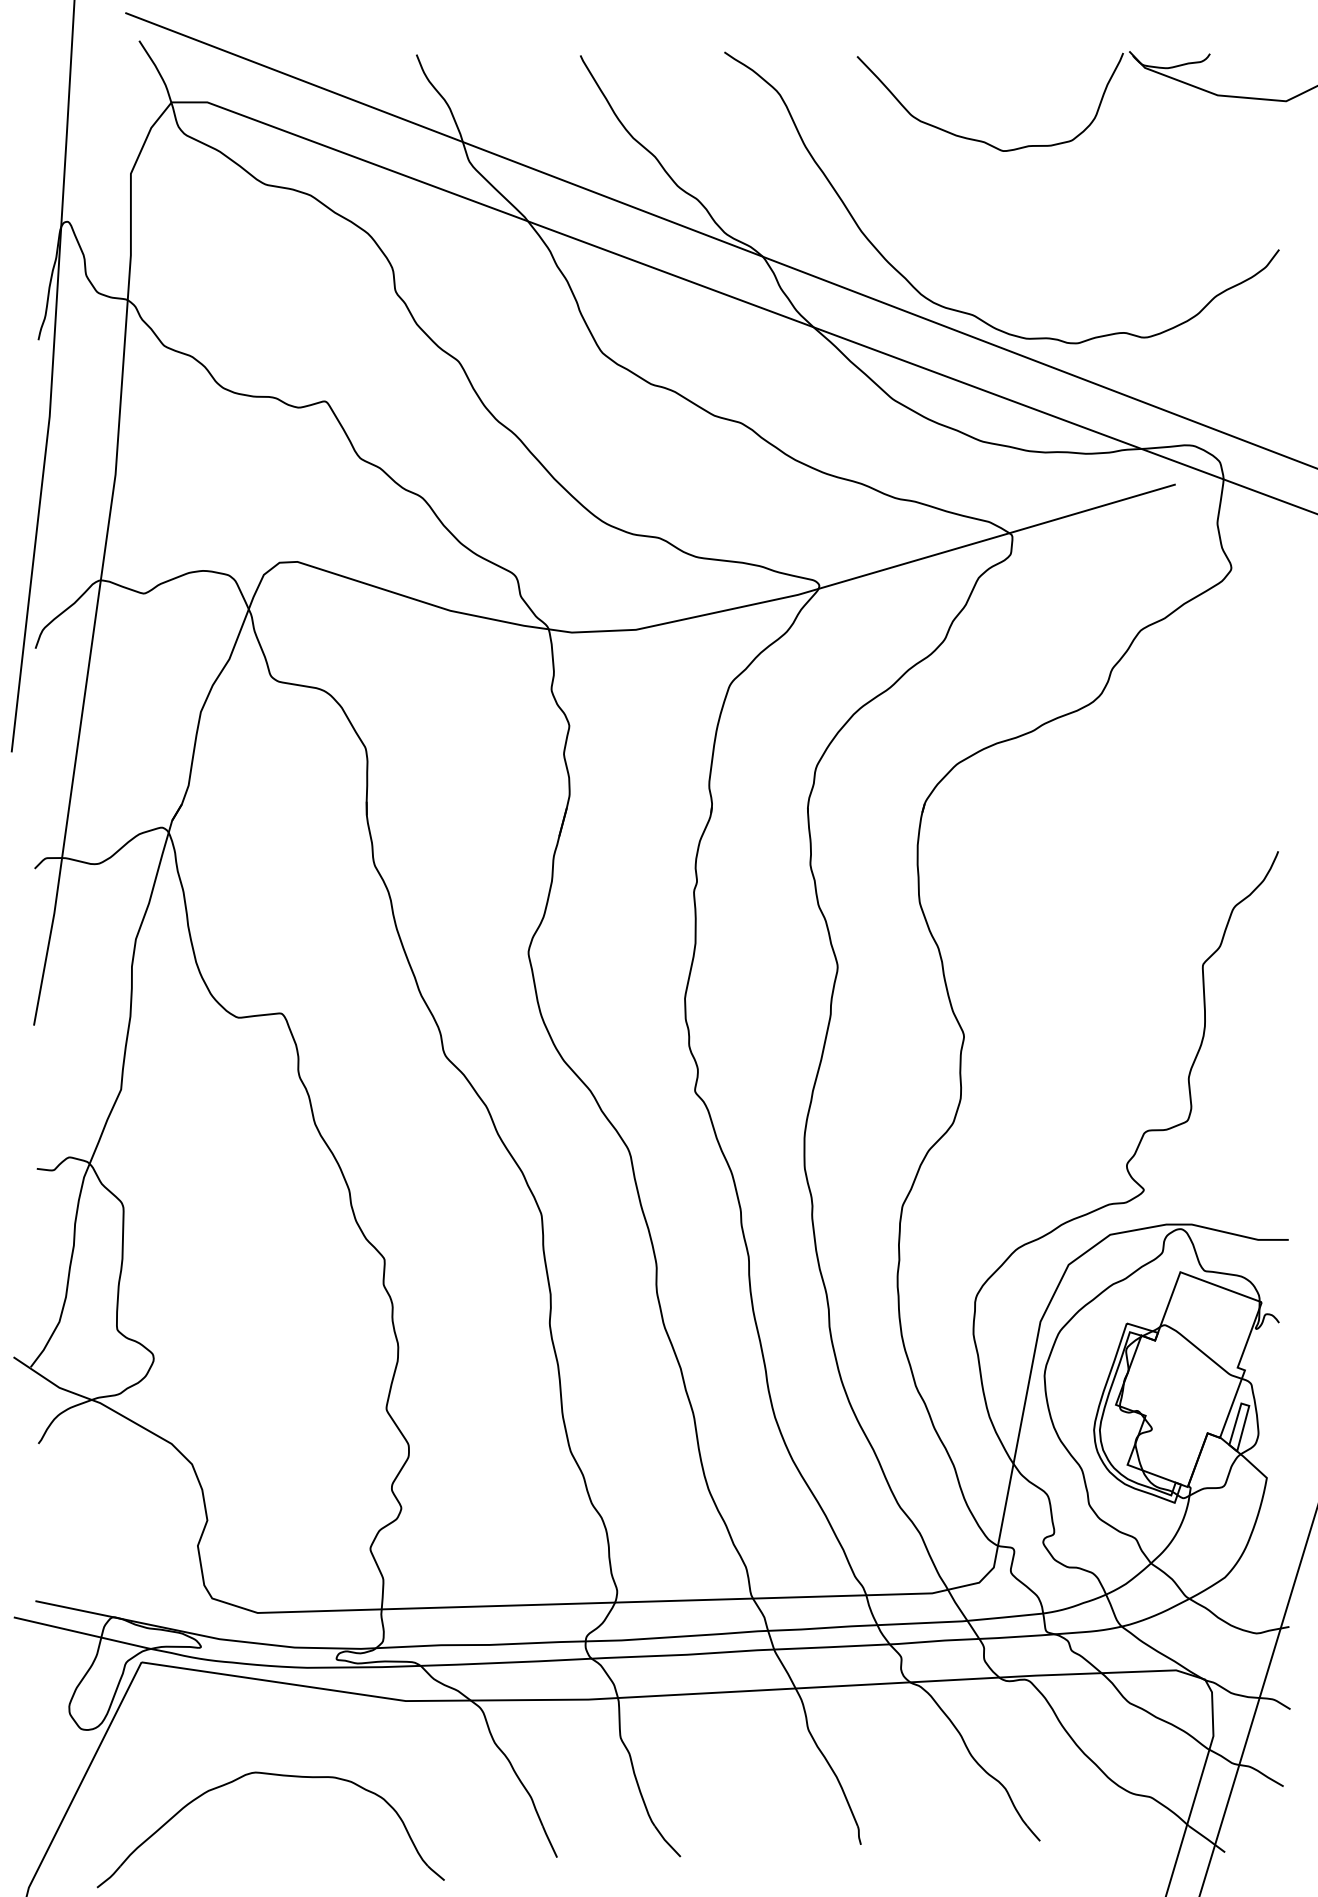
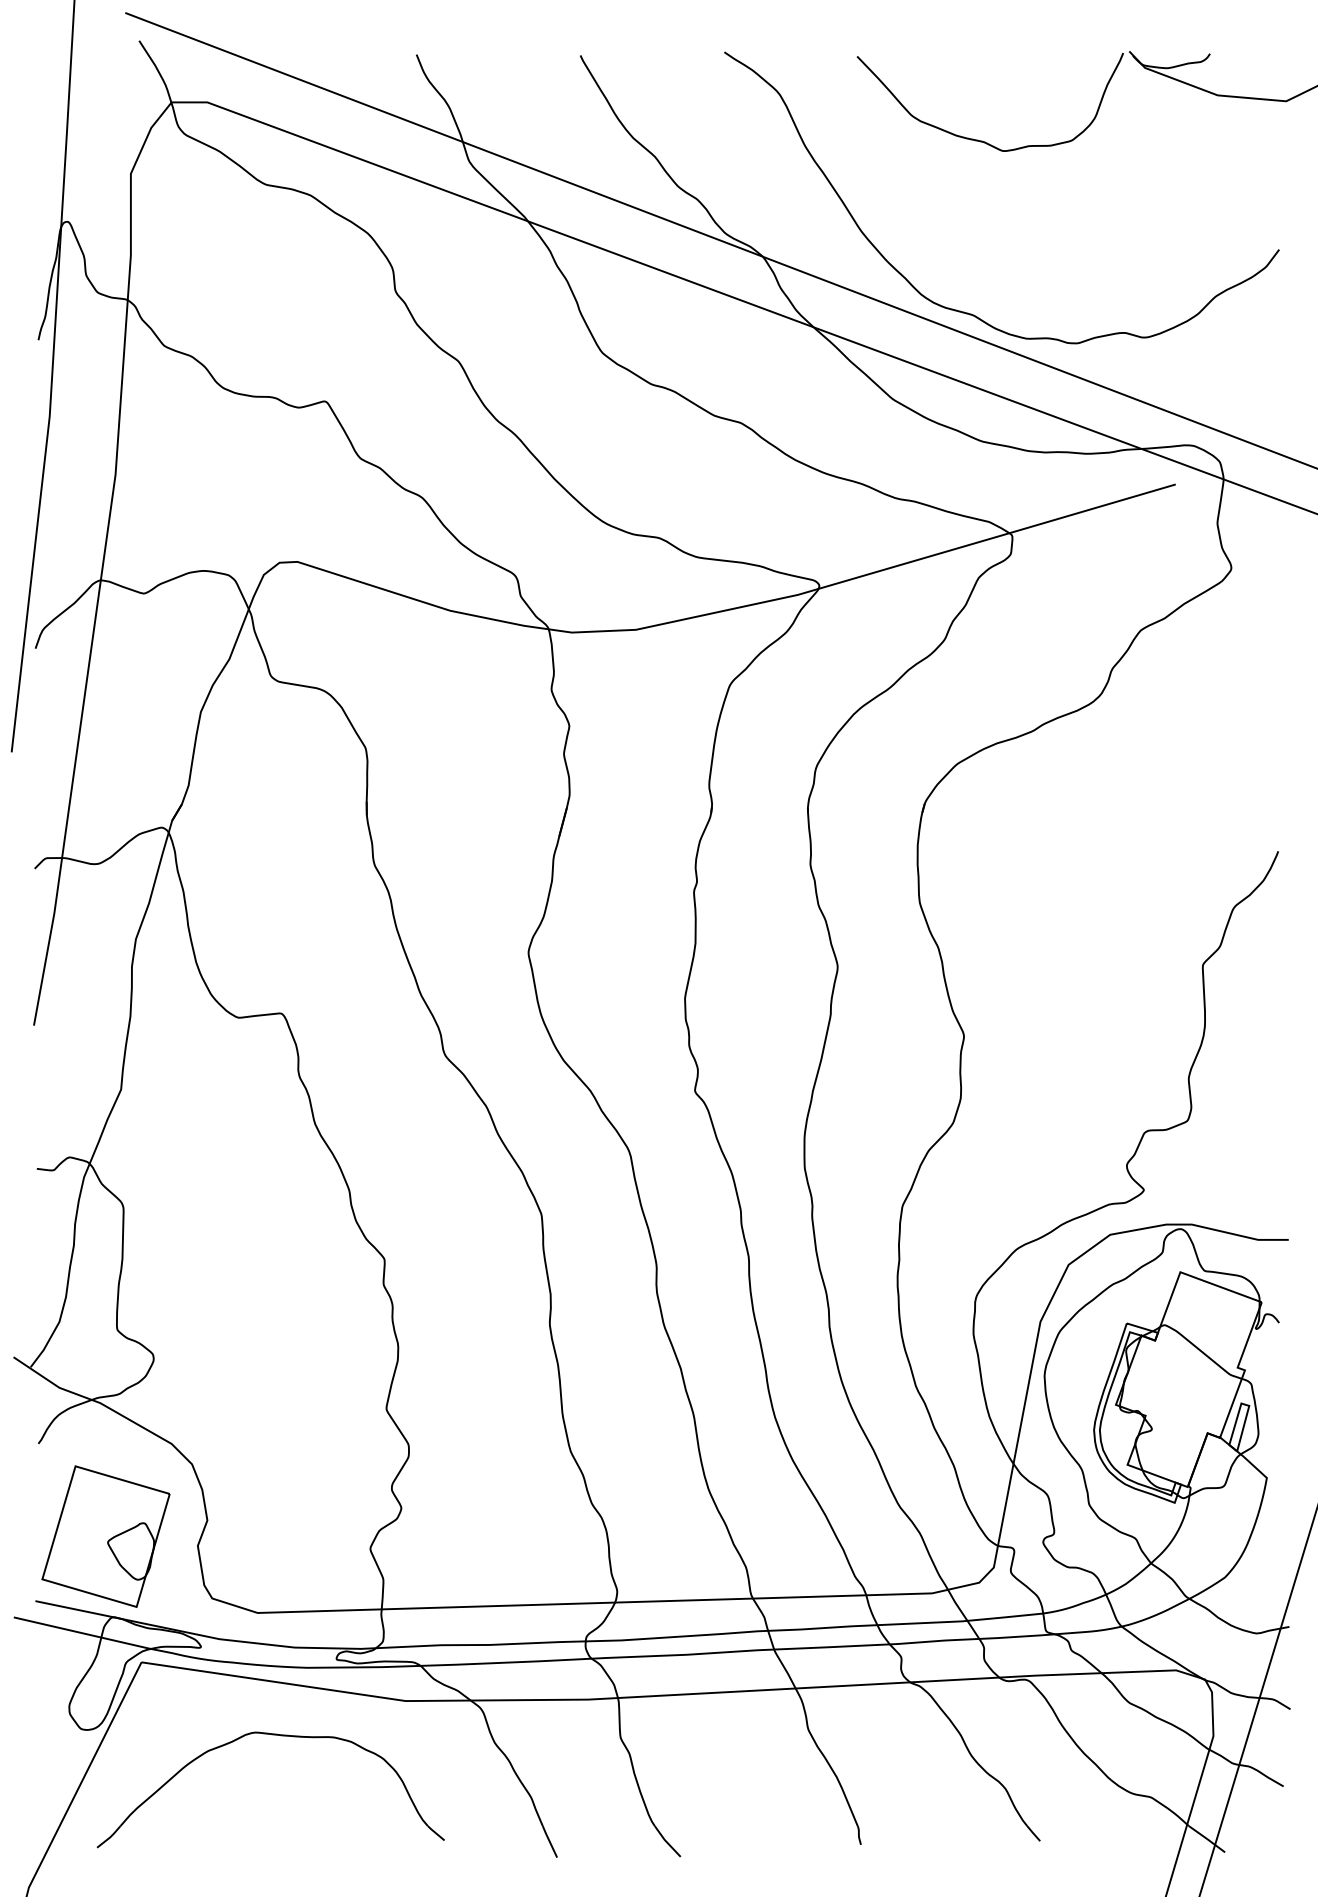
part at (105, 1536): none -> present
part at (272, 1775) position: (272, 1775) -> (272, 1735)
